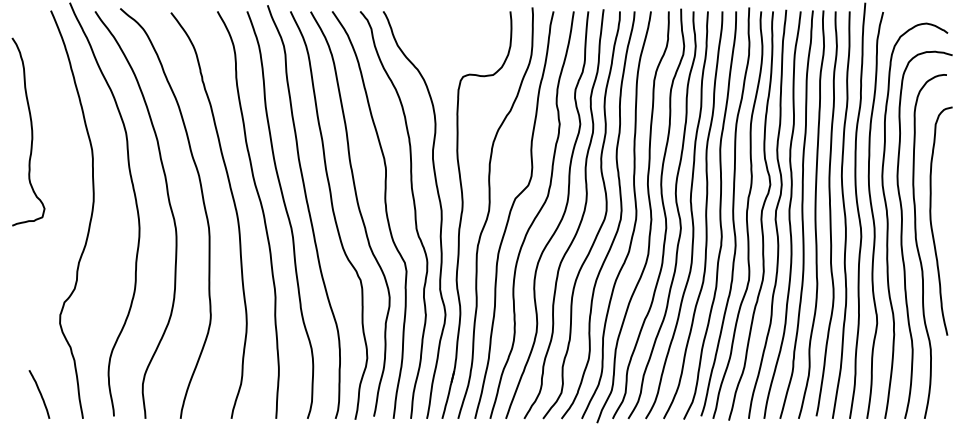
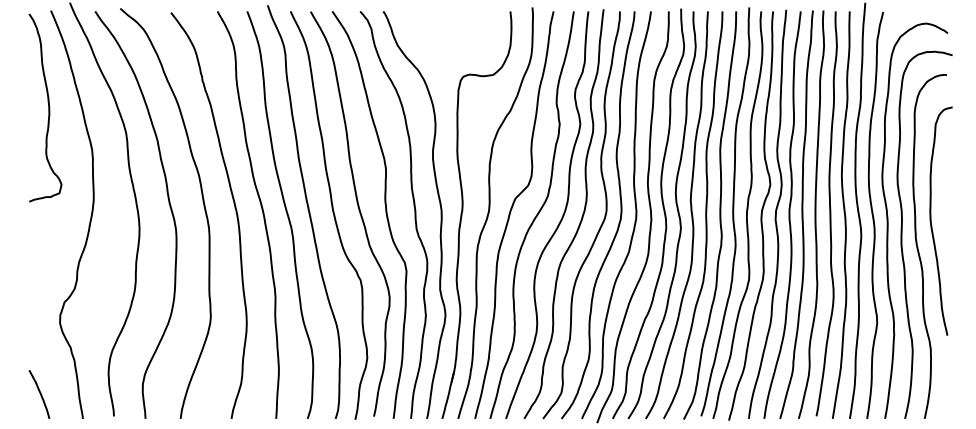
curve at (31, 131) position: (31, 131) -> (48, 107)
